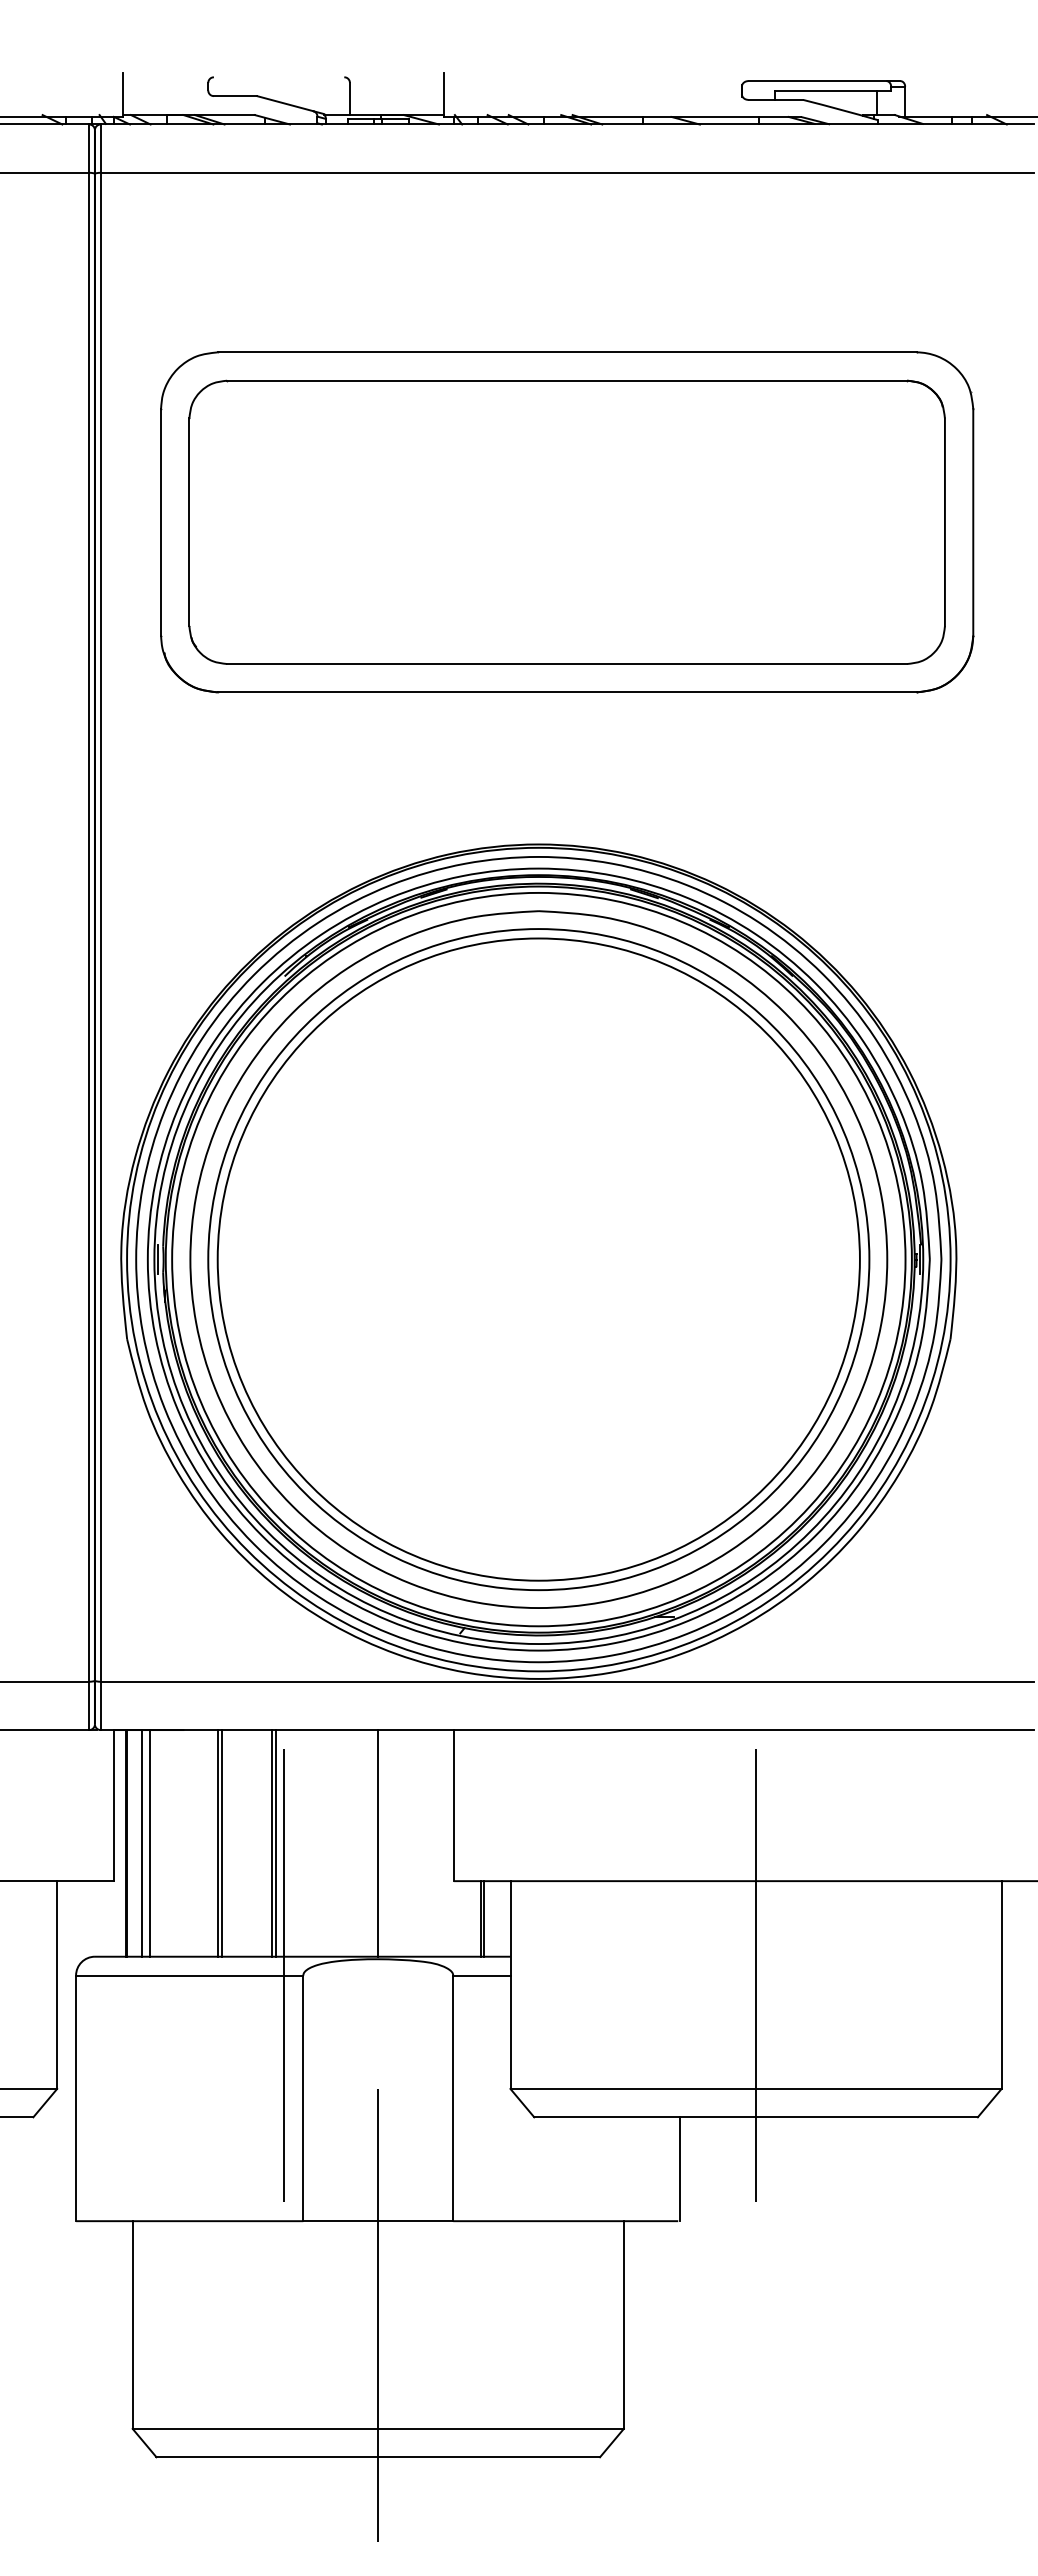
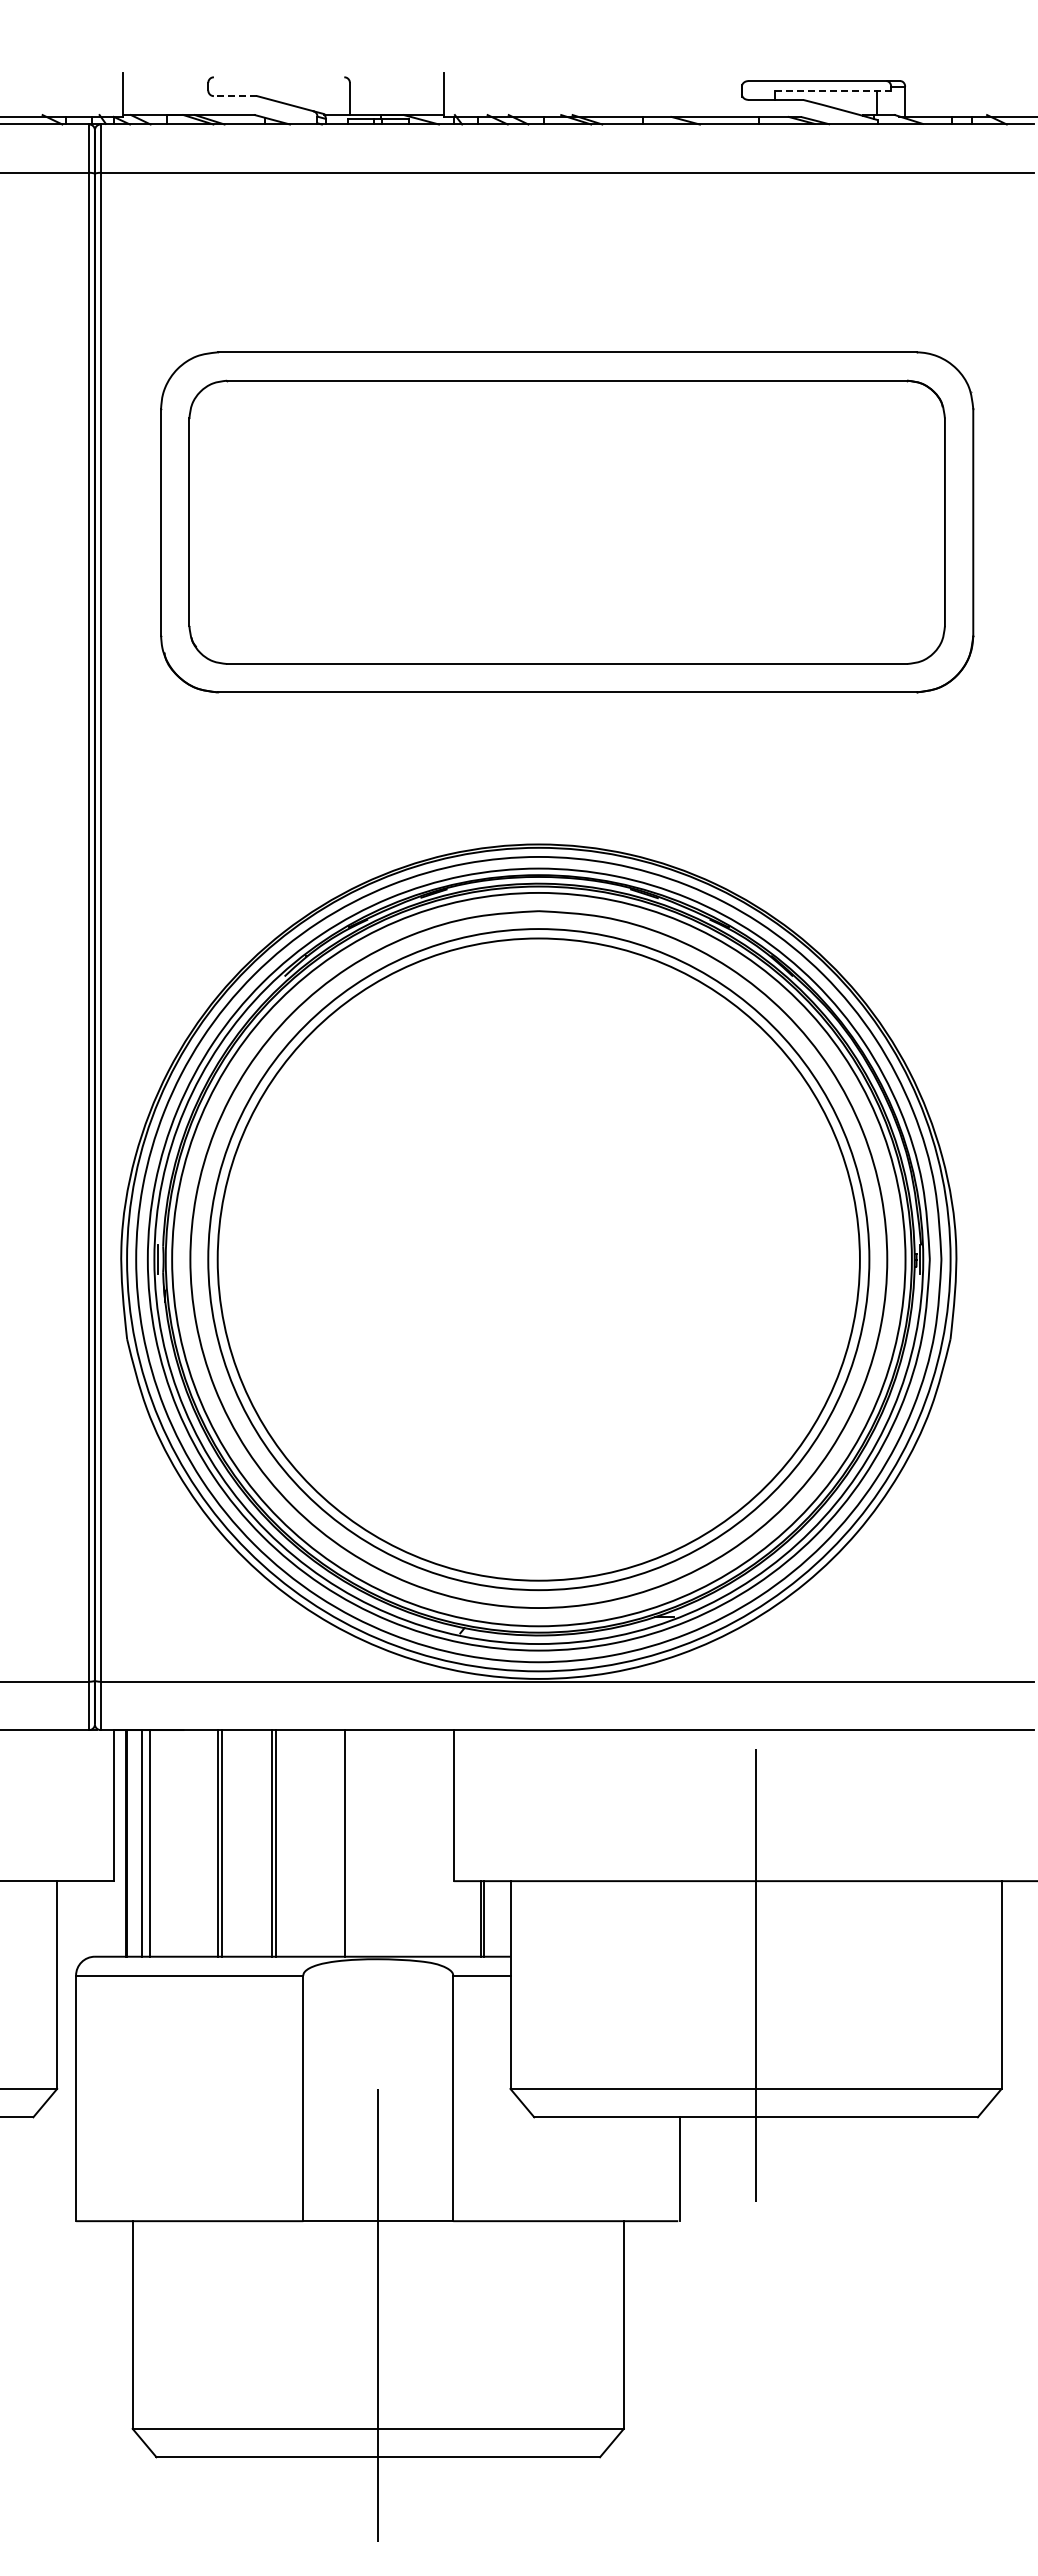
line at (833, 90): solid -> dashed
line at (235, 96): solid -> dashed
line at (378, 1843) position: (378, 1843) -> (345, 1843)
line at (283, 1975): present -> none
